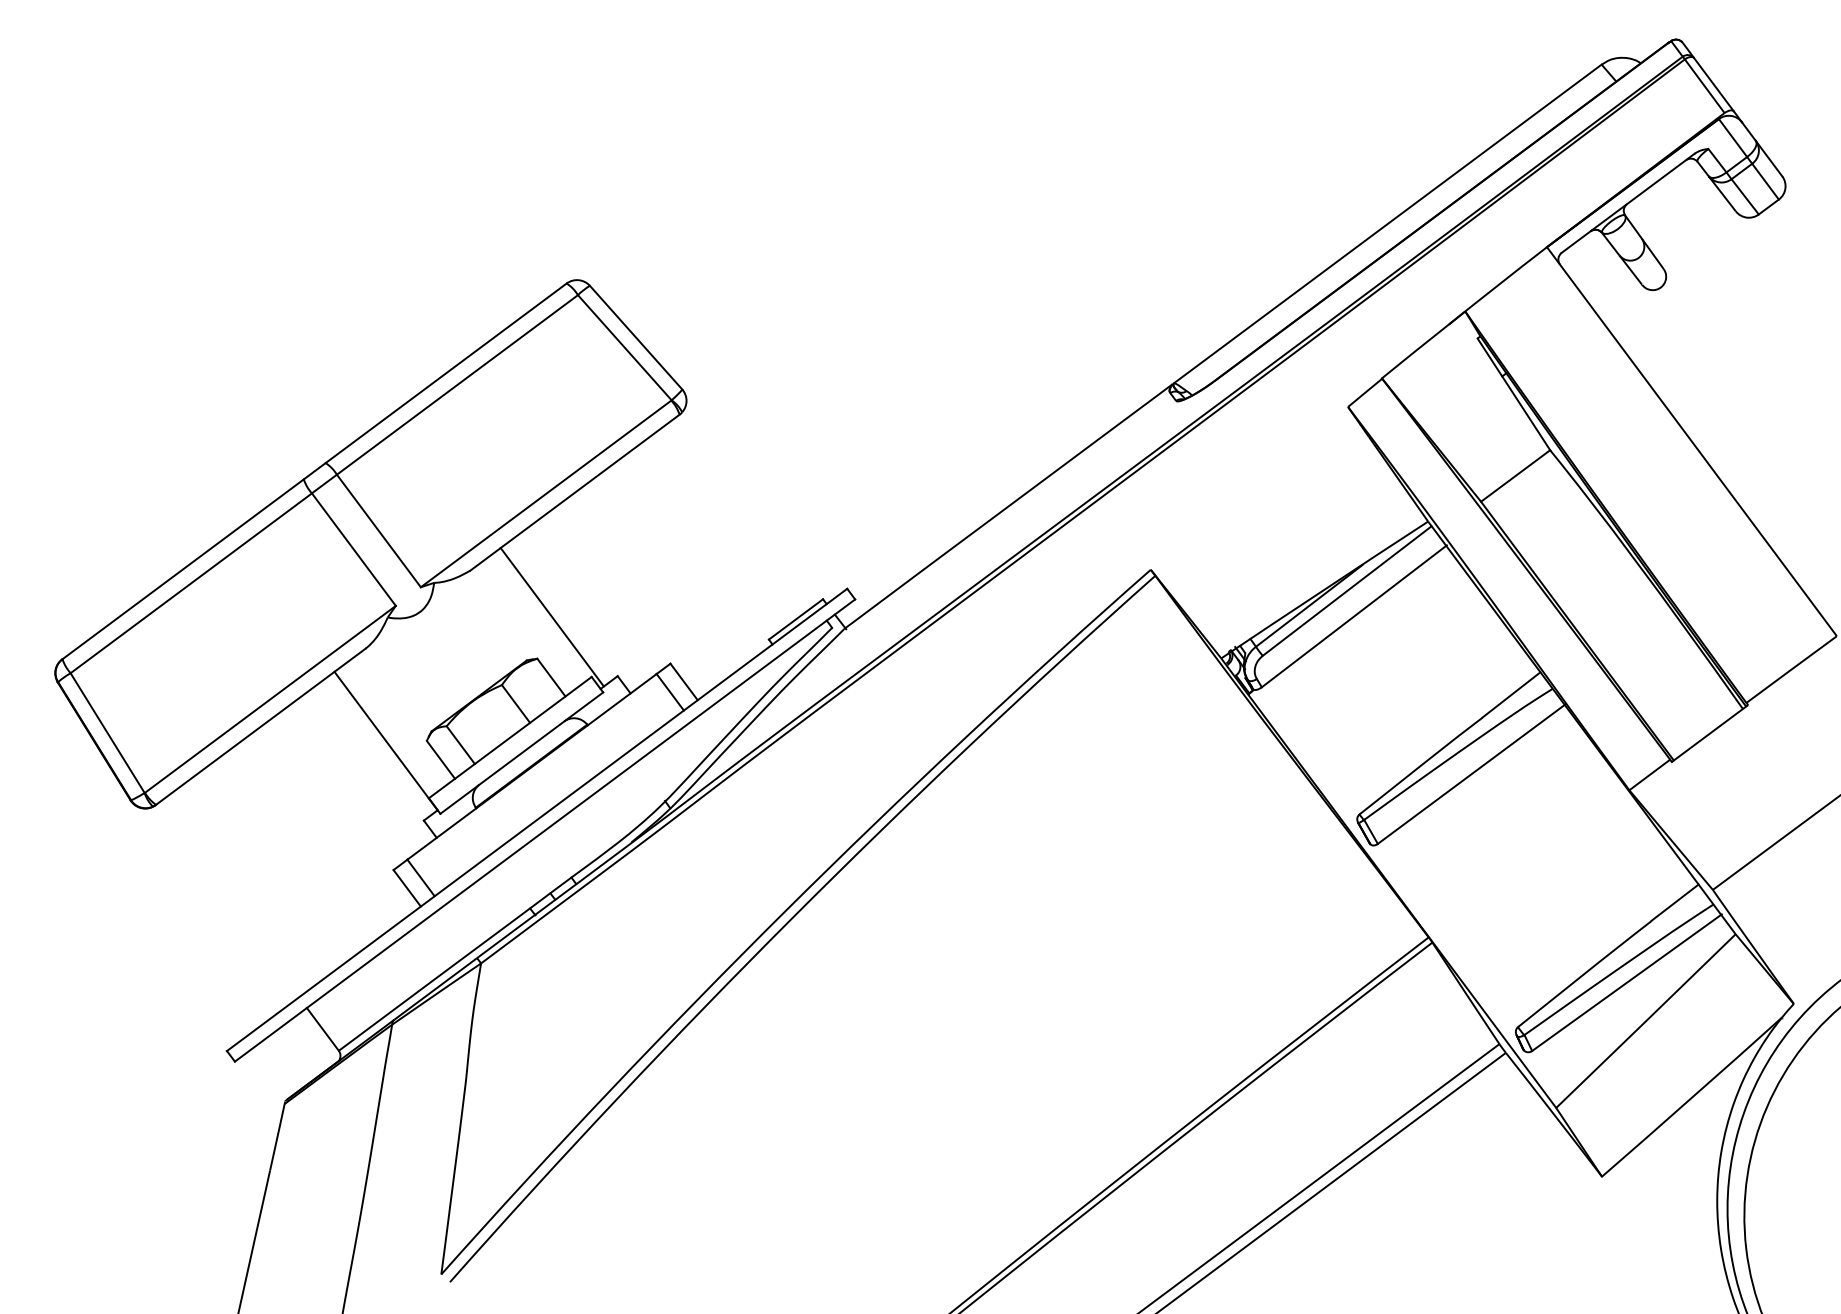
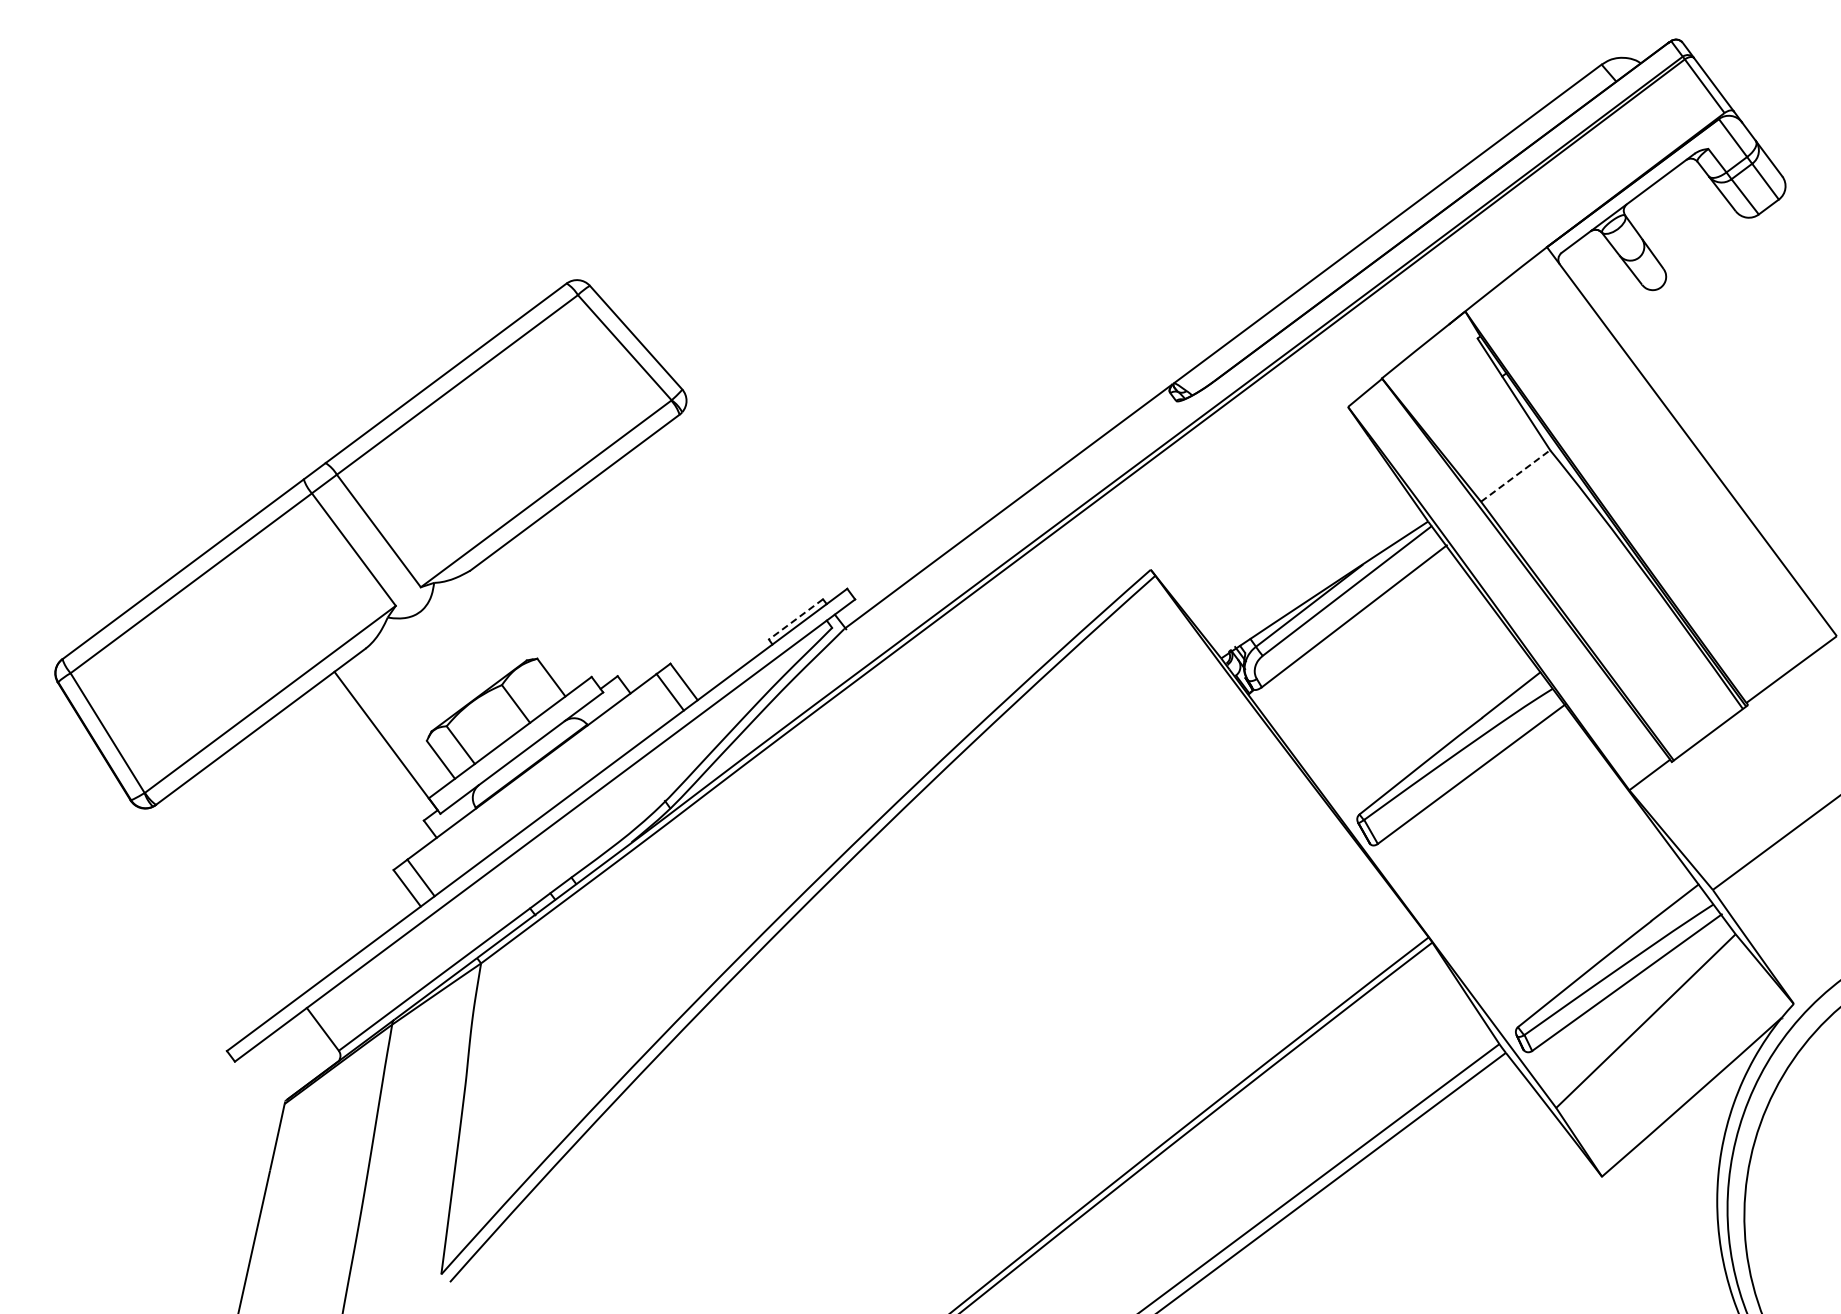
line at (1516, 475): solid -> dashed
line at (551, 617): present -> none
line at (796, 619): solid -> dashed
